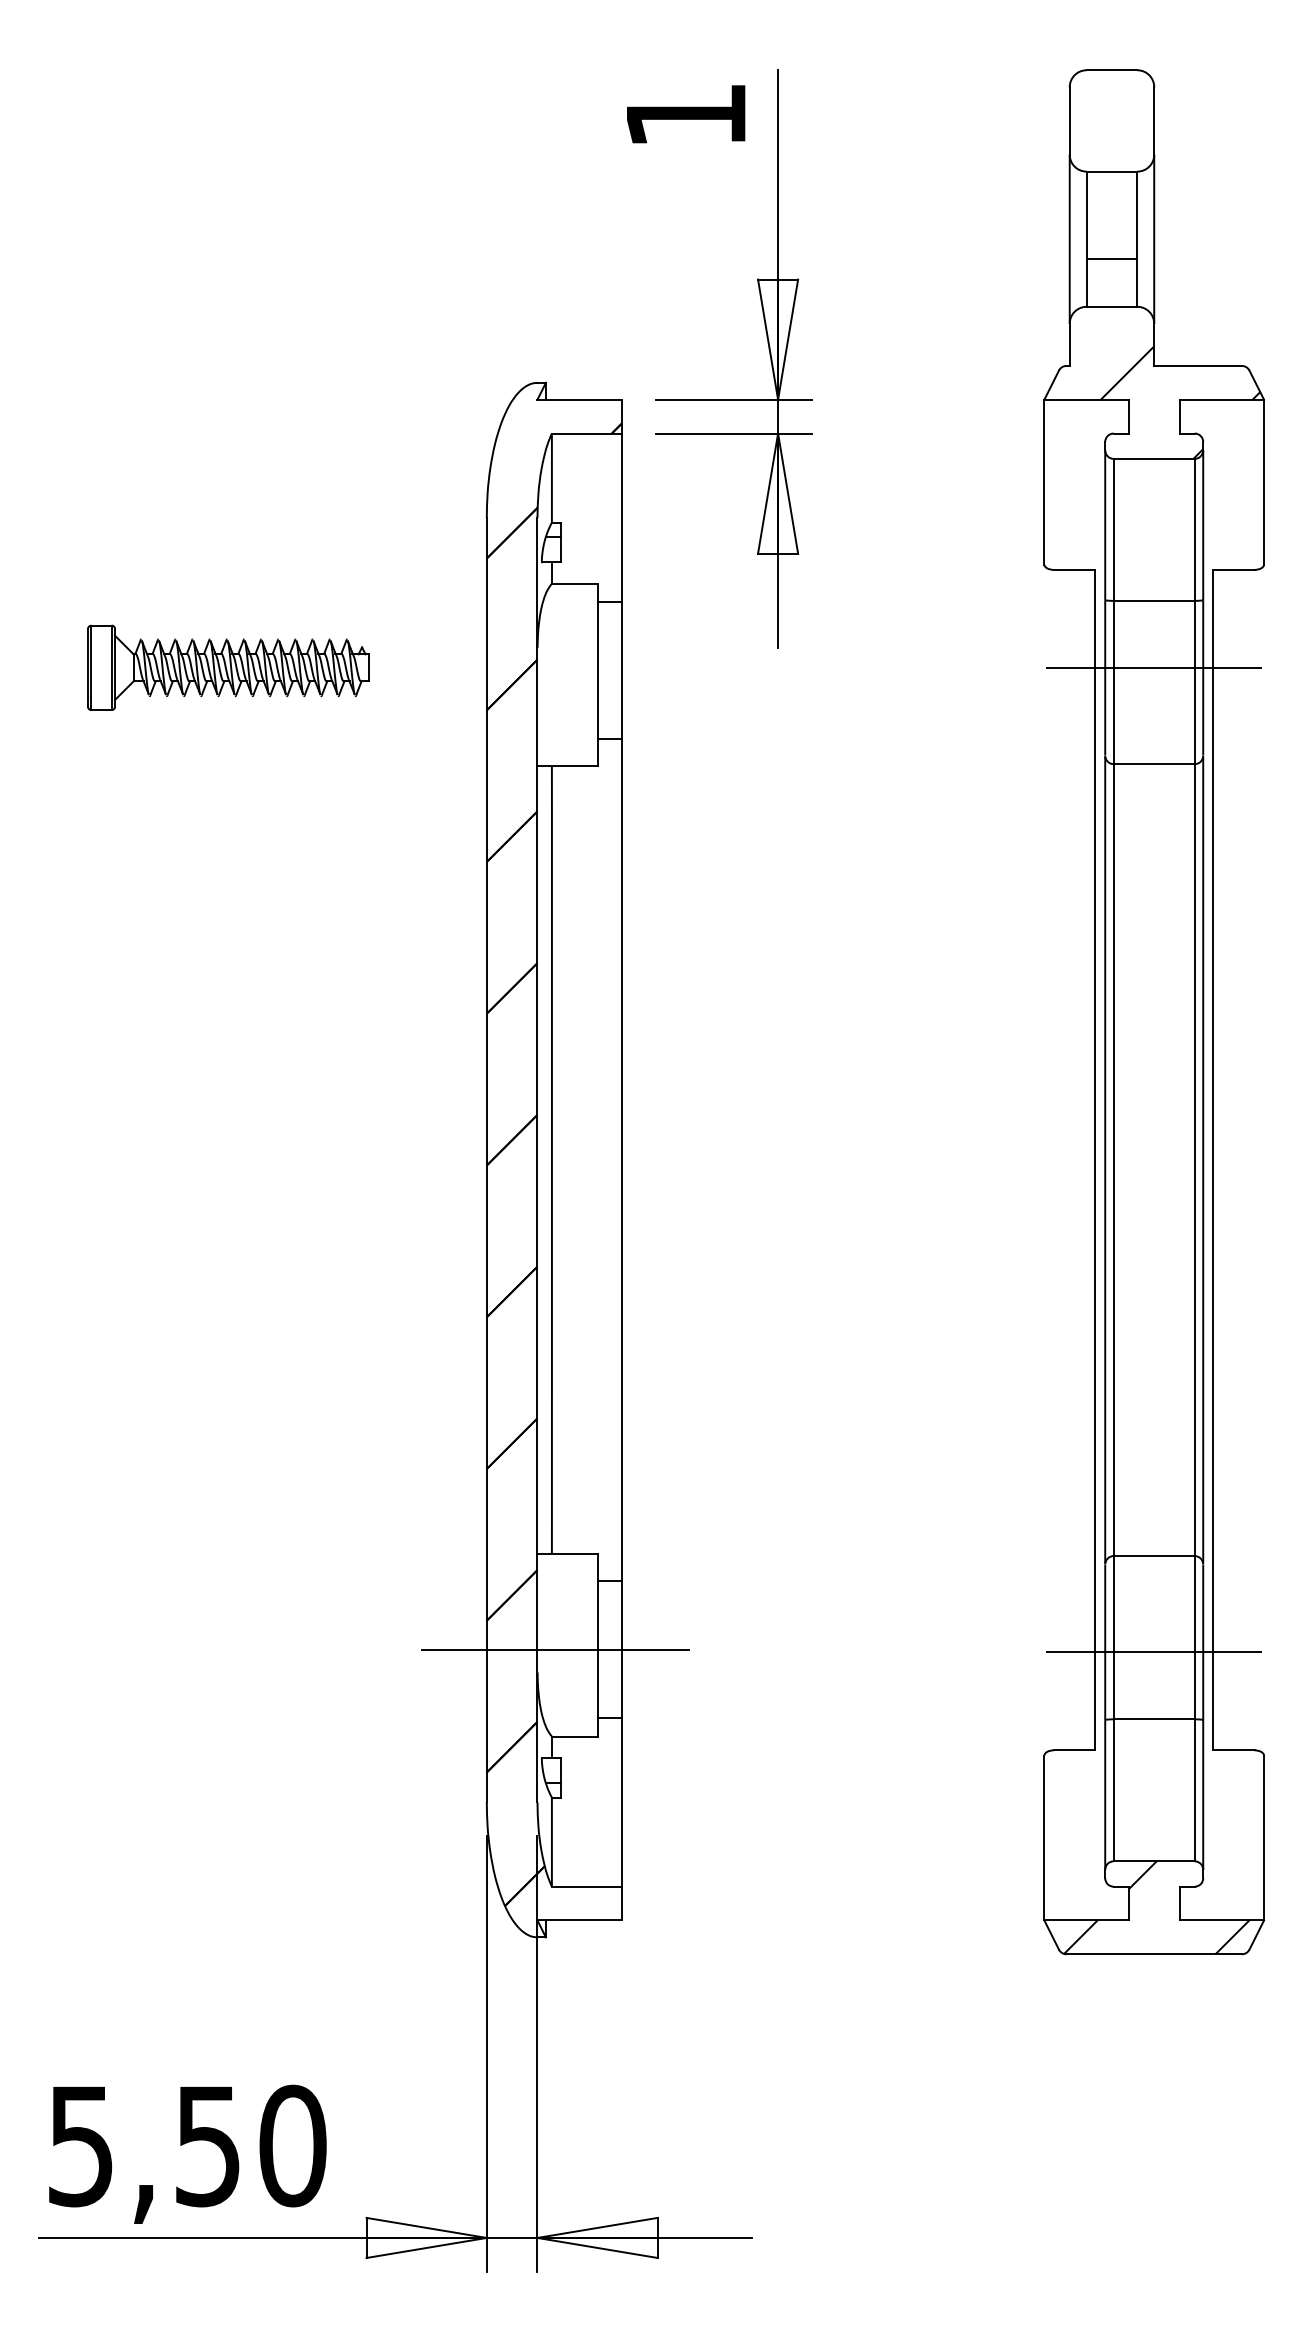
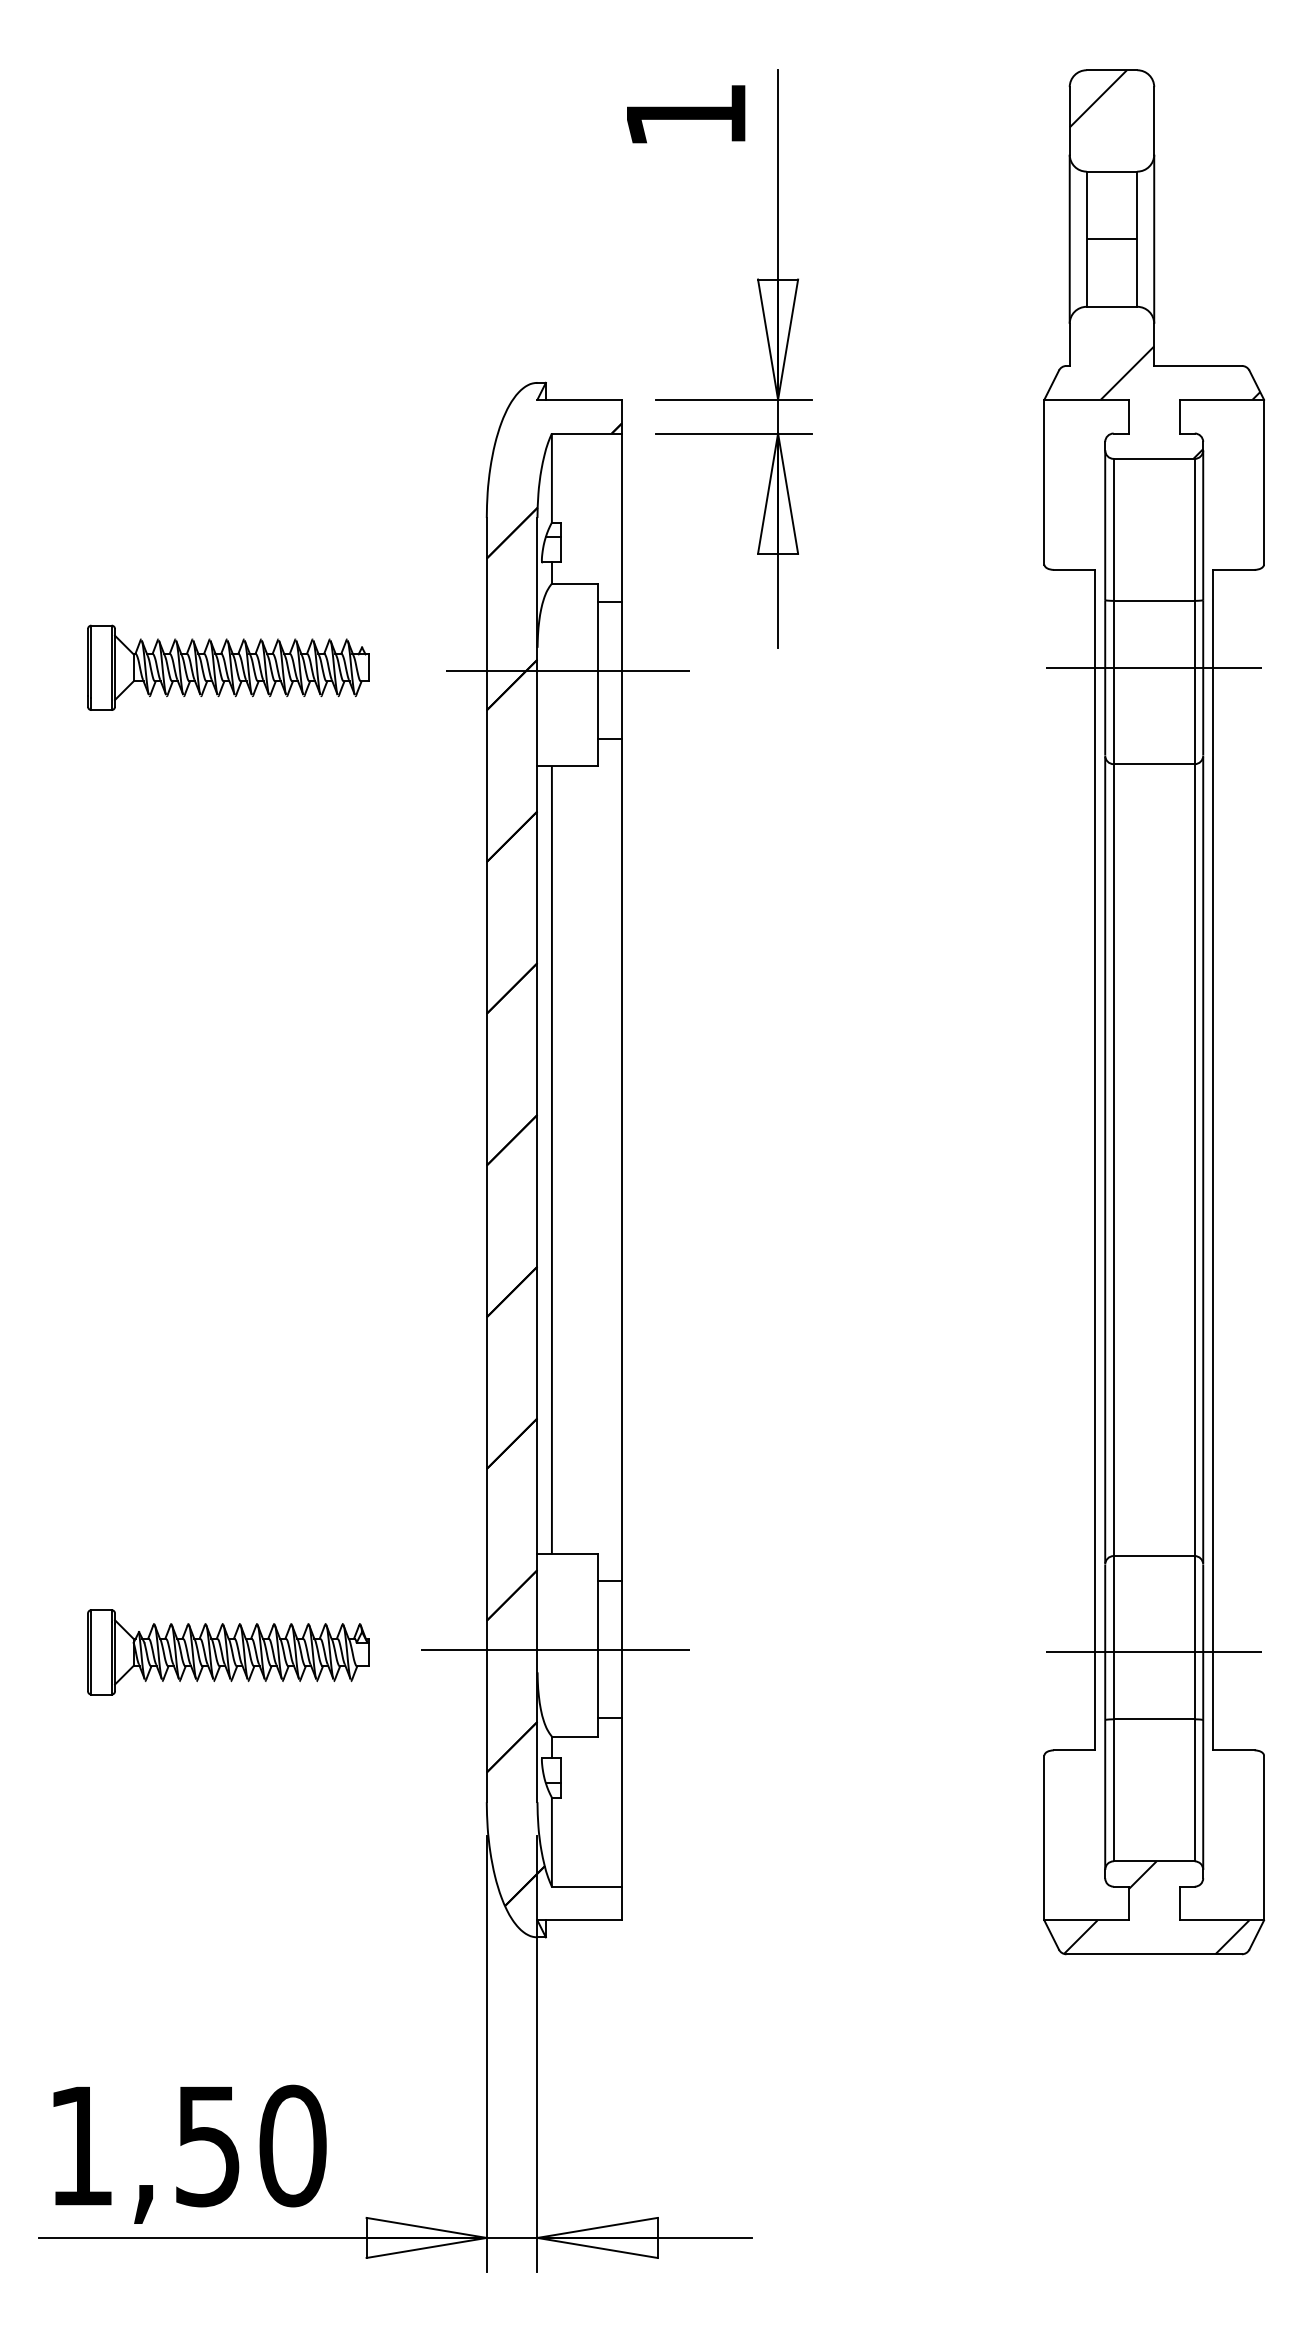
hatch at (1097, 98): none -> present
line at (1111, 259) position: (1111, 259) -> (1111, 239)
line at (567, 670): none -> present
part at (228, 1652): none -> present
text at (80, 2146): 5,50 -> 1,50
